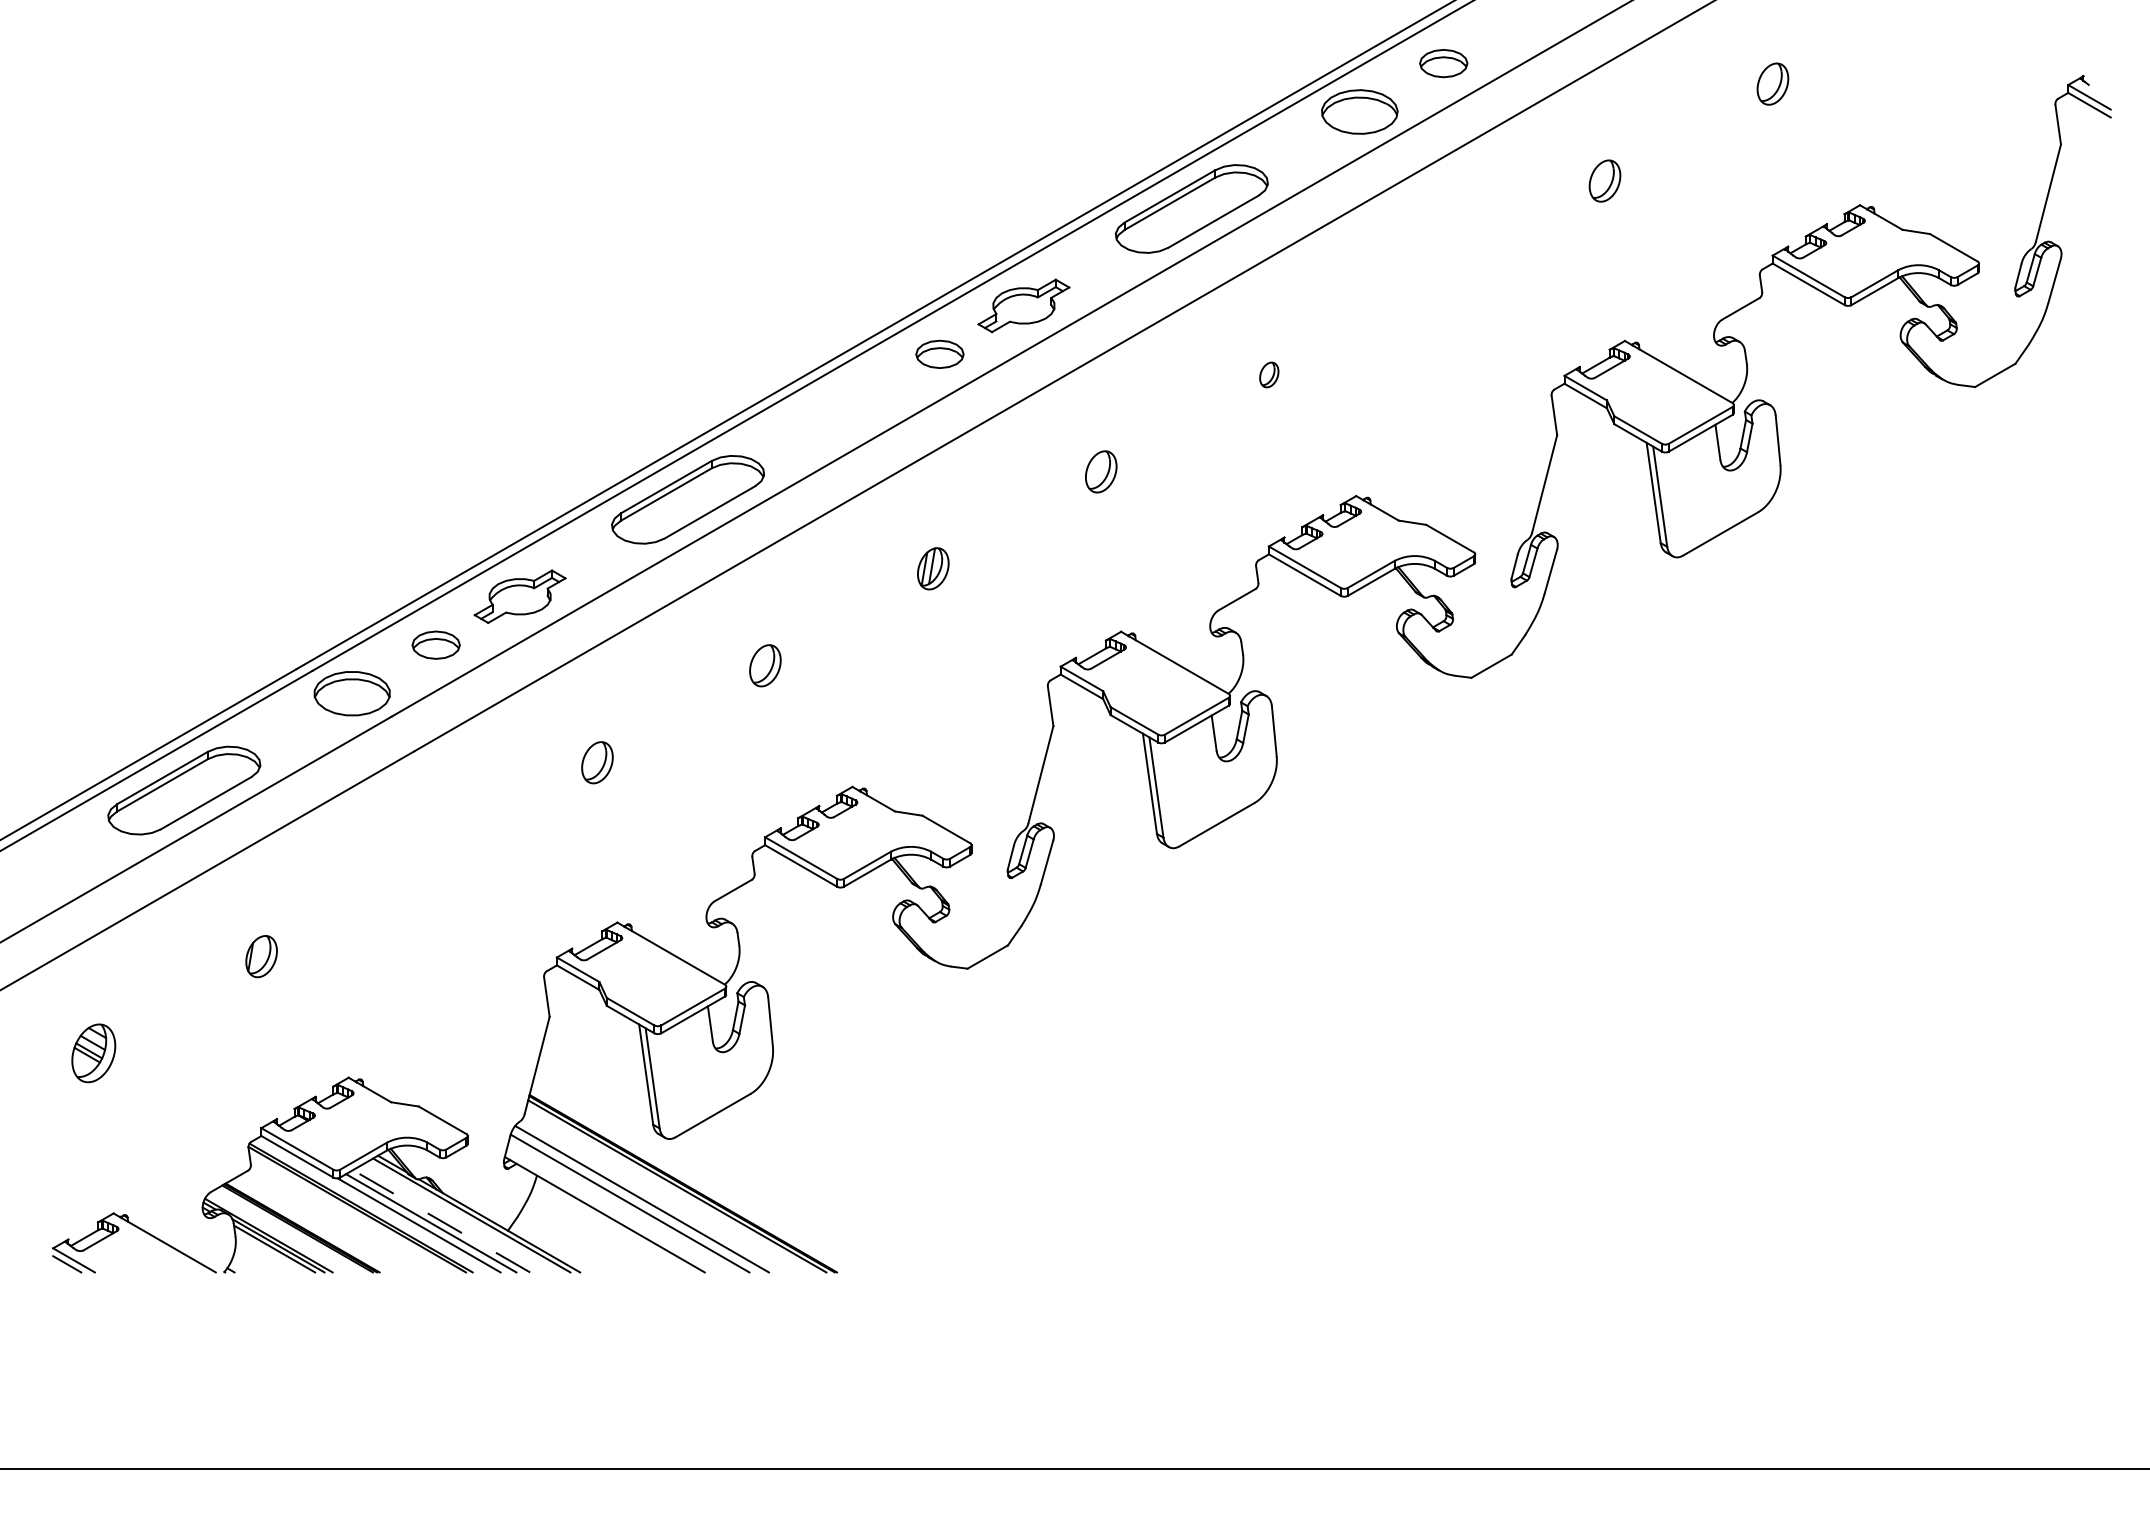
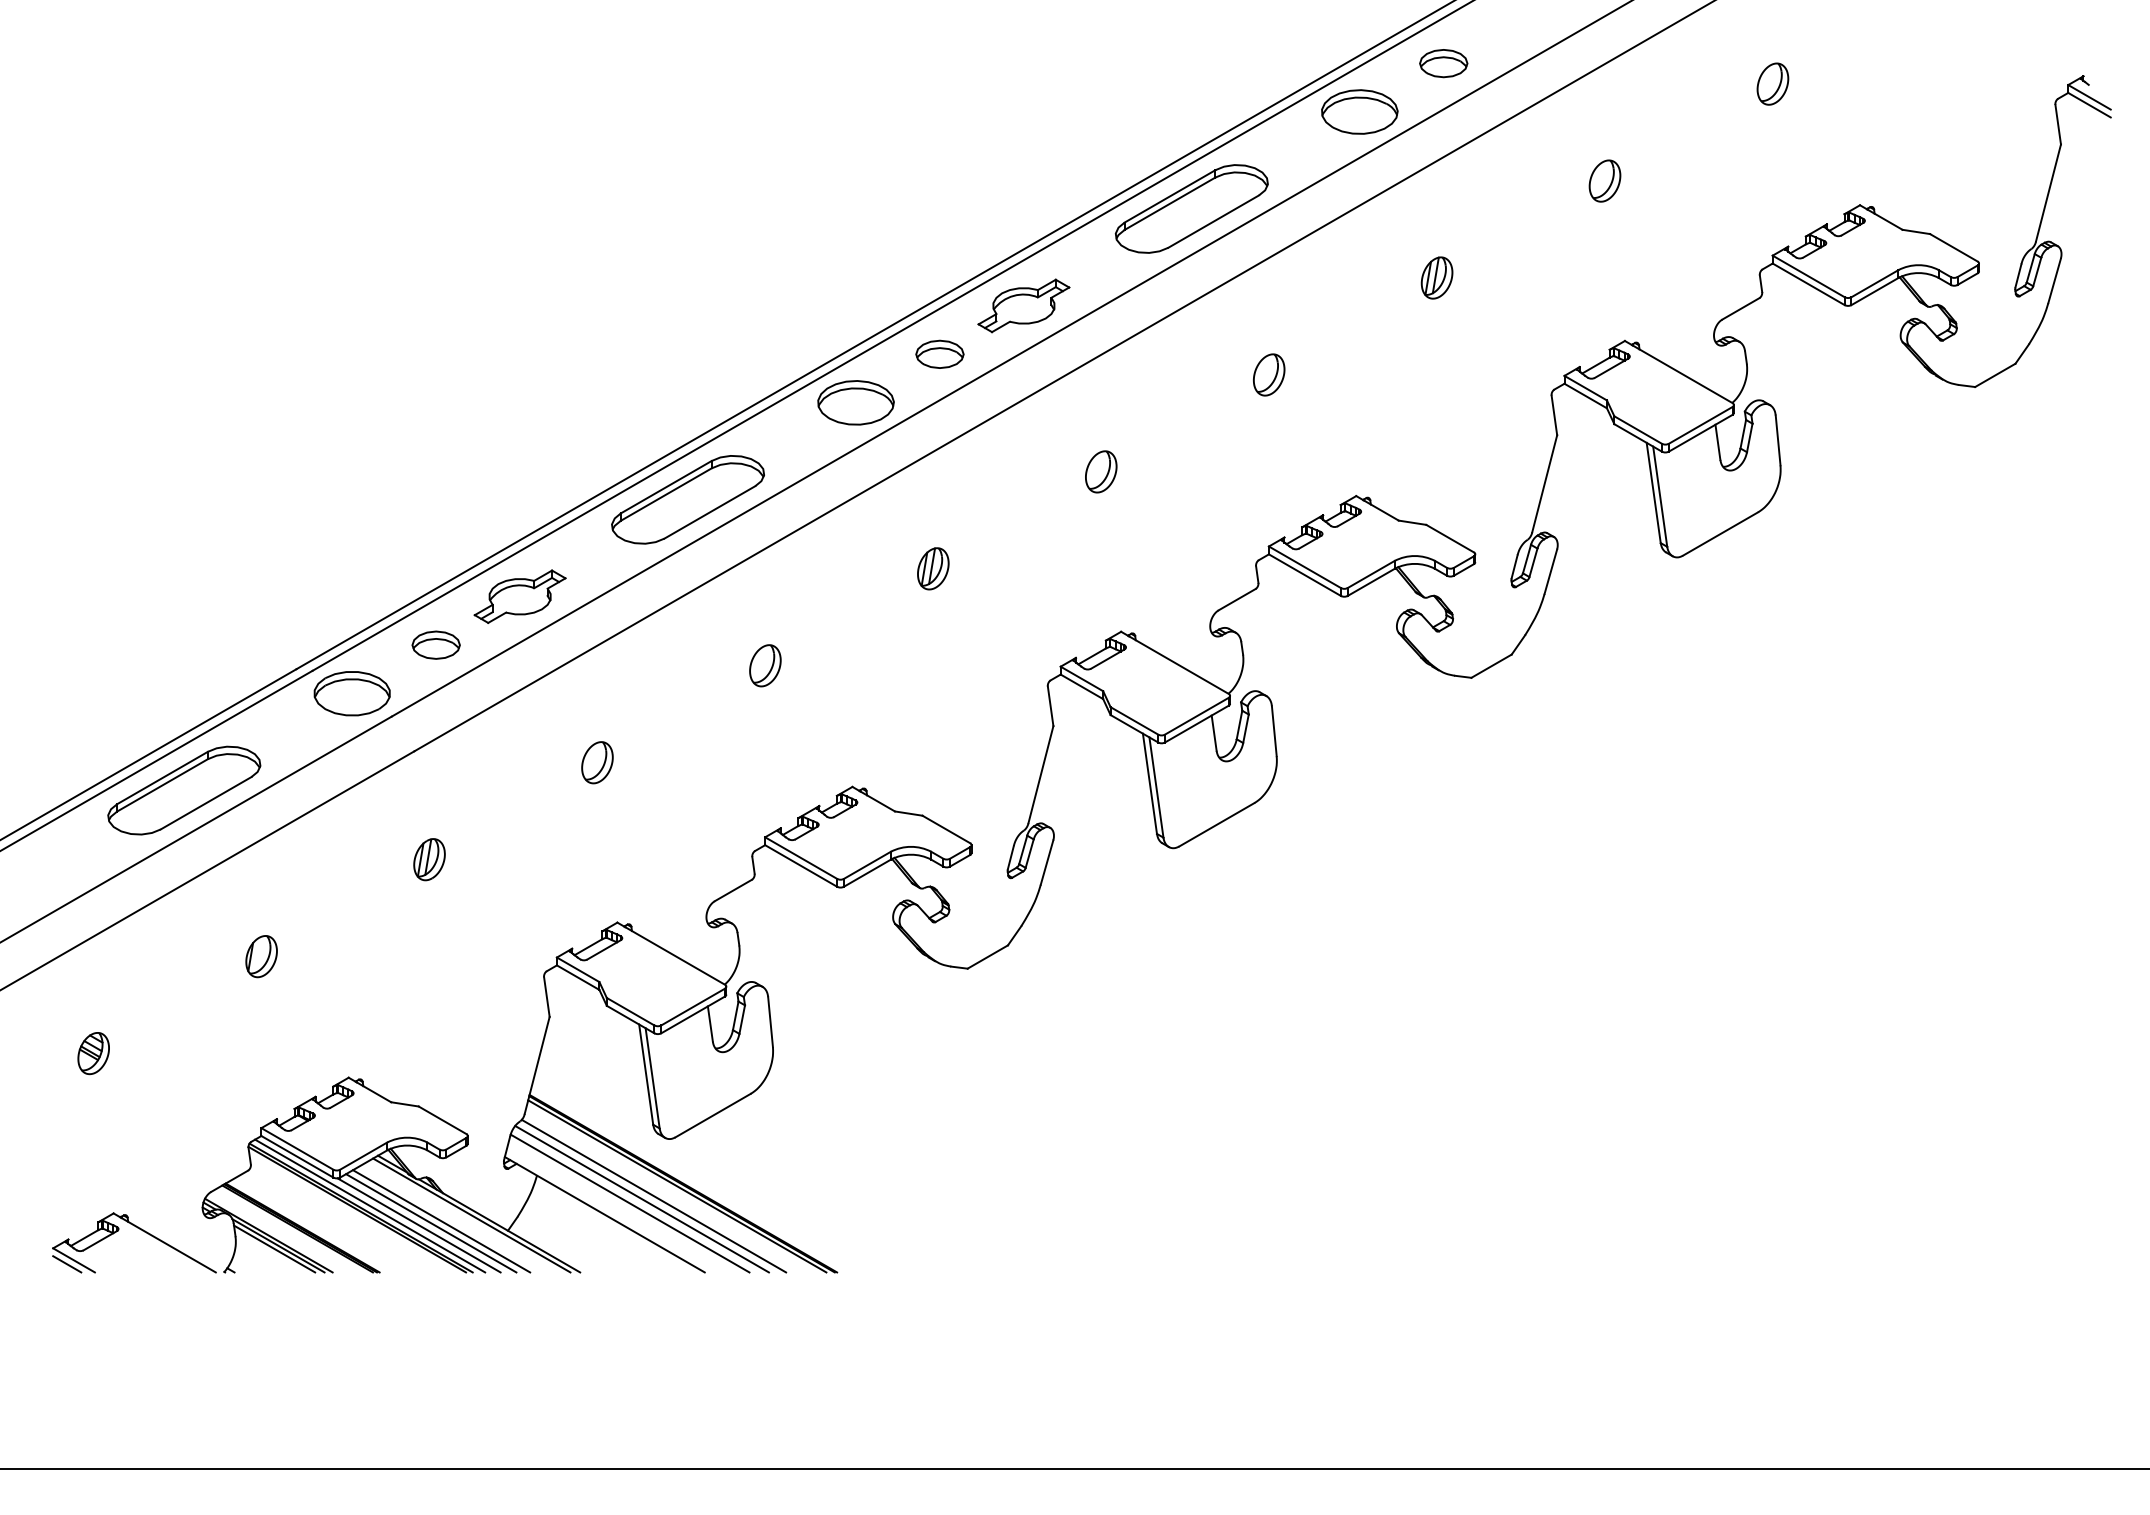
part at (1436, 277): none -> present
part at (1269, 374) size: 21x28 px -> 33x44 px
part at (855, 402): none -> present
part at (429, 859): none -> present
part at (93, 1053) size: 46x61 px -> 33x44 px
line at (653, 1195): none -> present
line at (370, 1205): none -> present
line at (441, 1221): dashed -> solid
